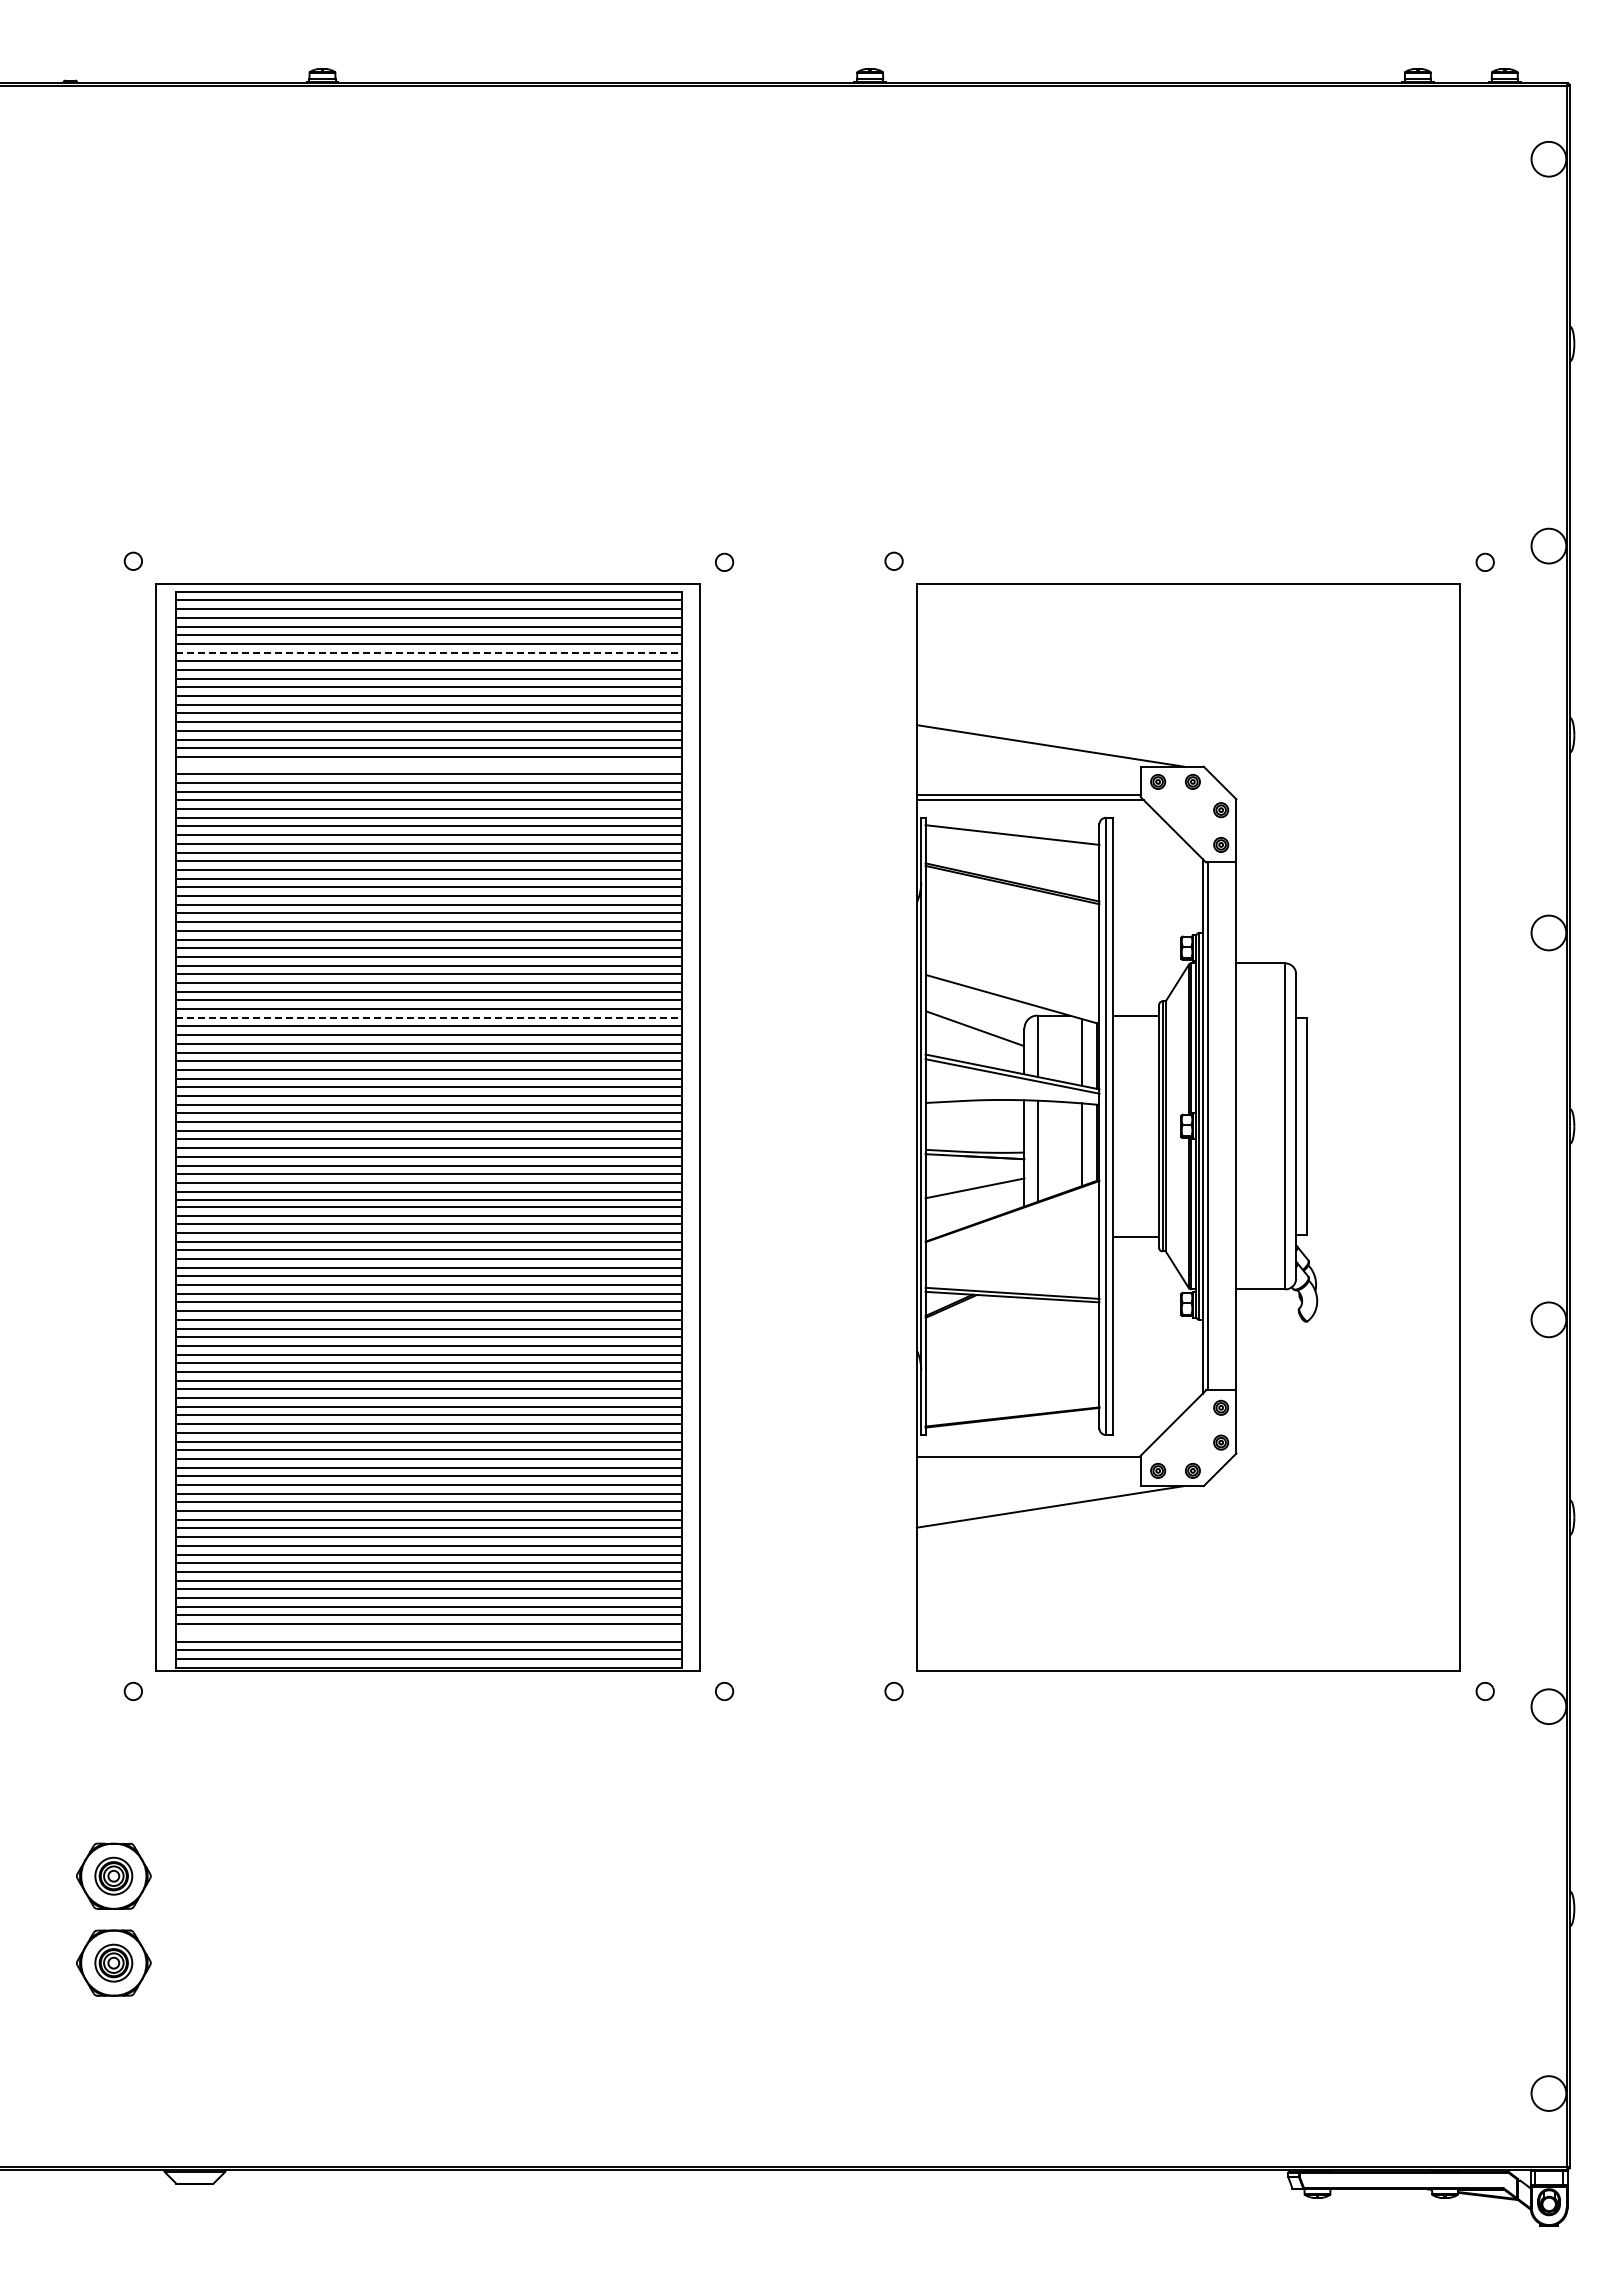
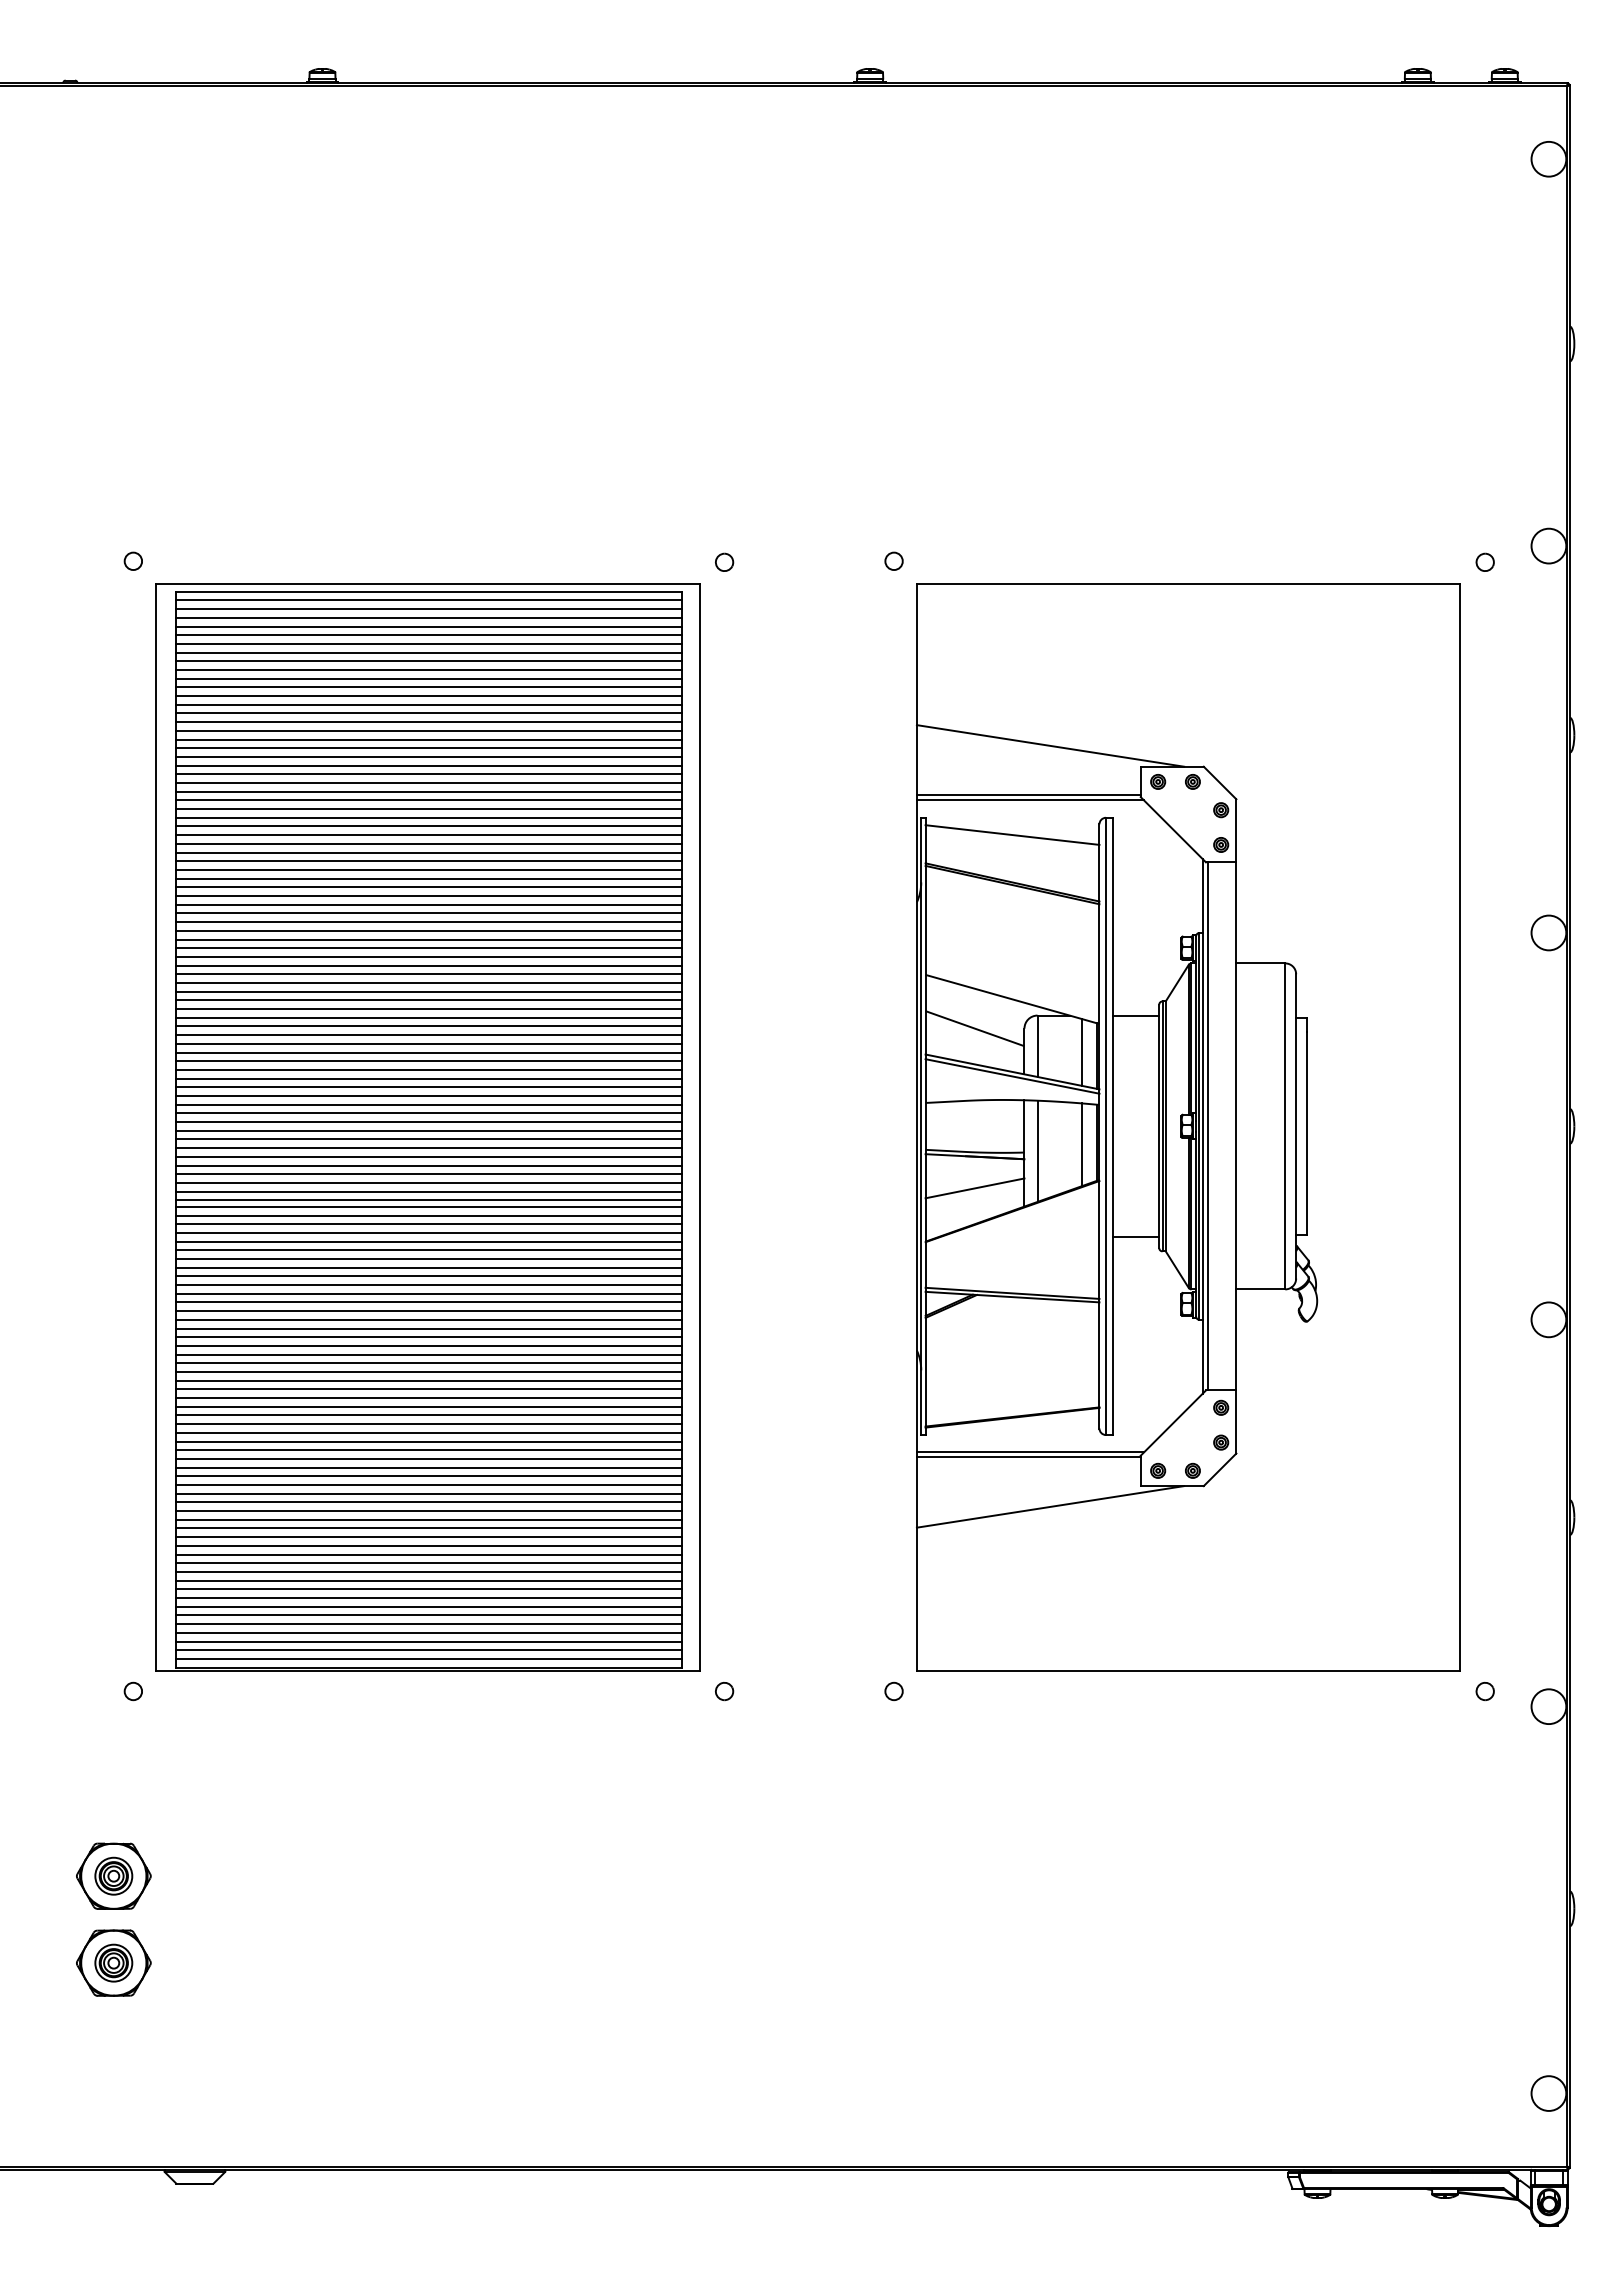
line at (429, 652): dashed -> solid
line at (428, 765): none -> present
line at (429, 1017): dashed -> solid
line at (1030, 1452): none -> present
line at (428, 1632): none -> present
